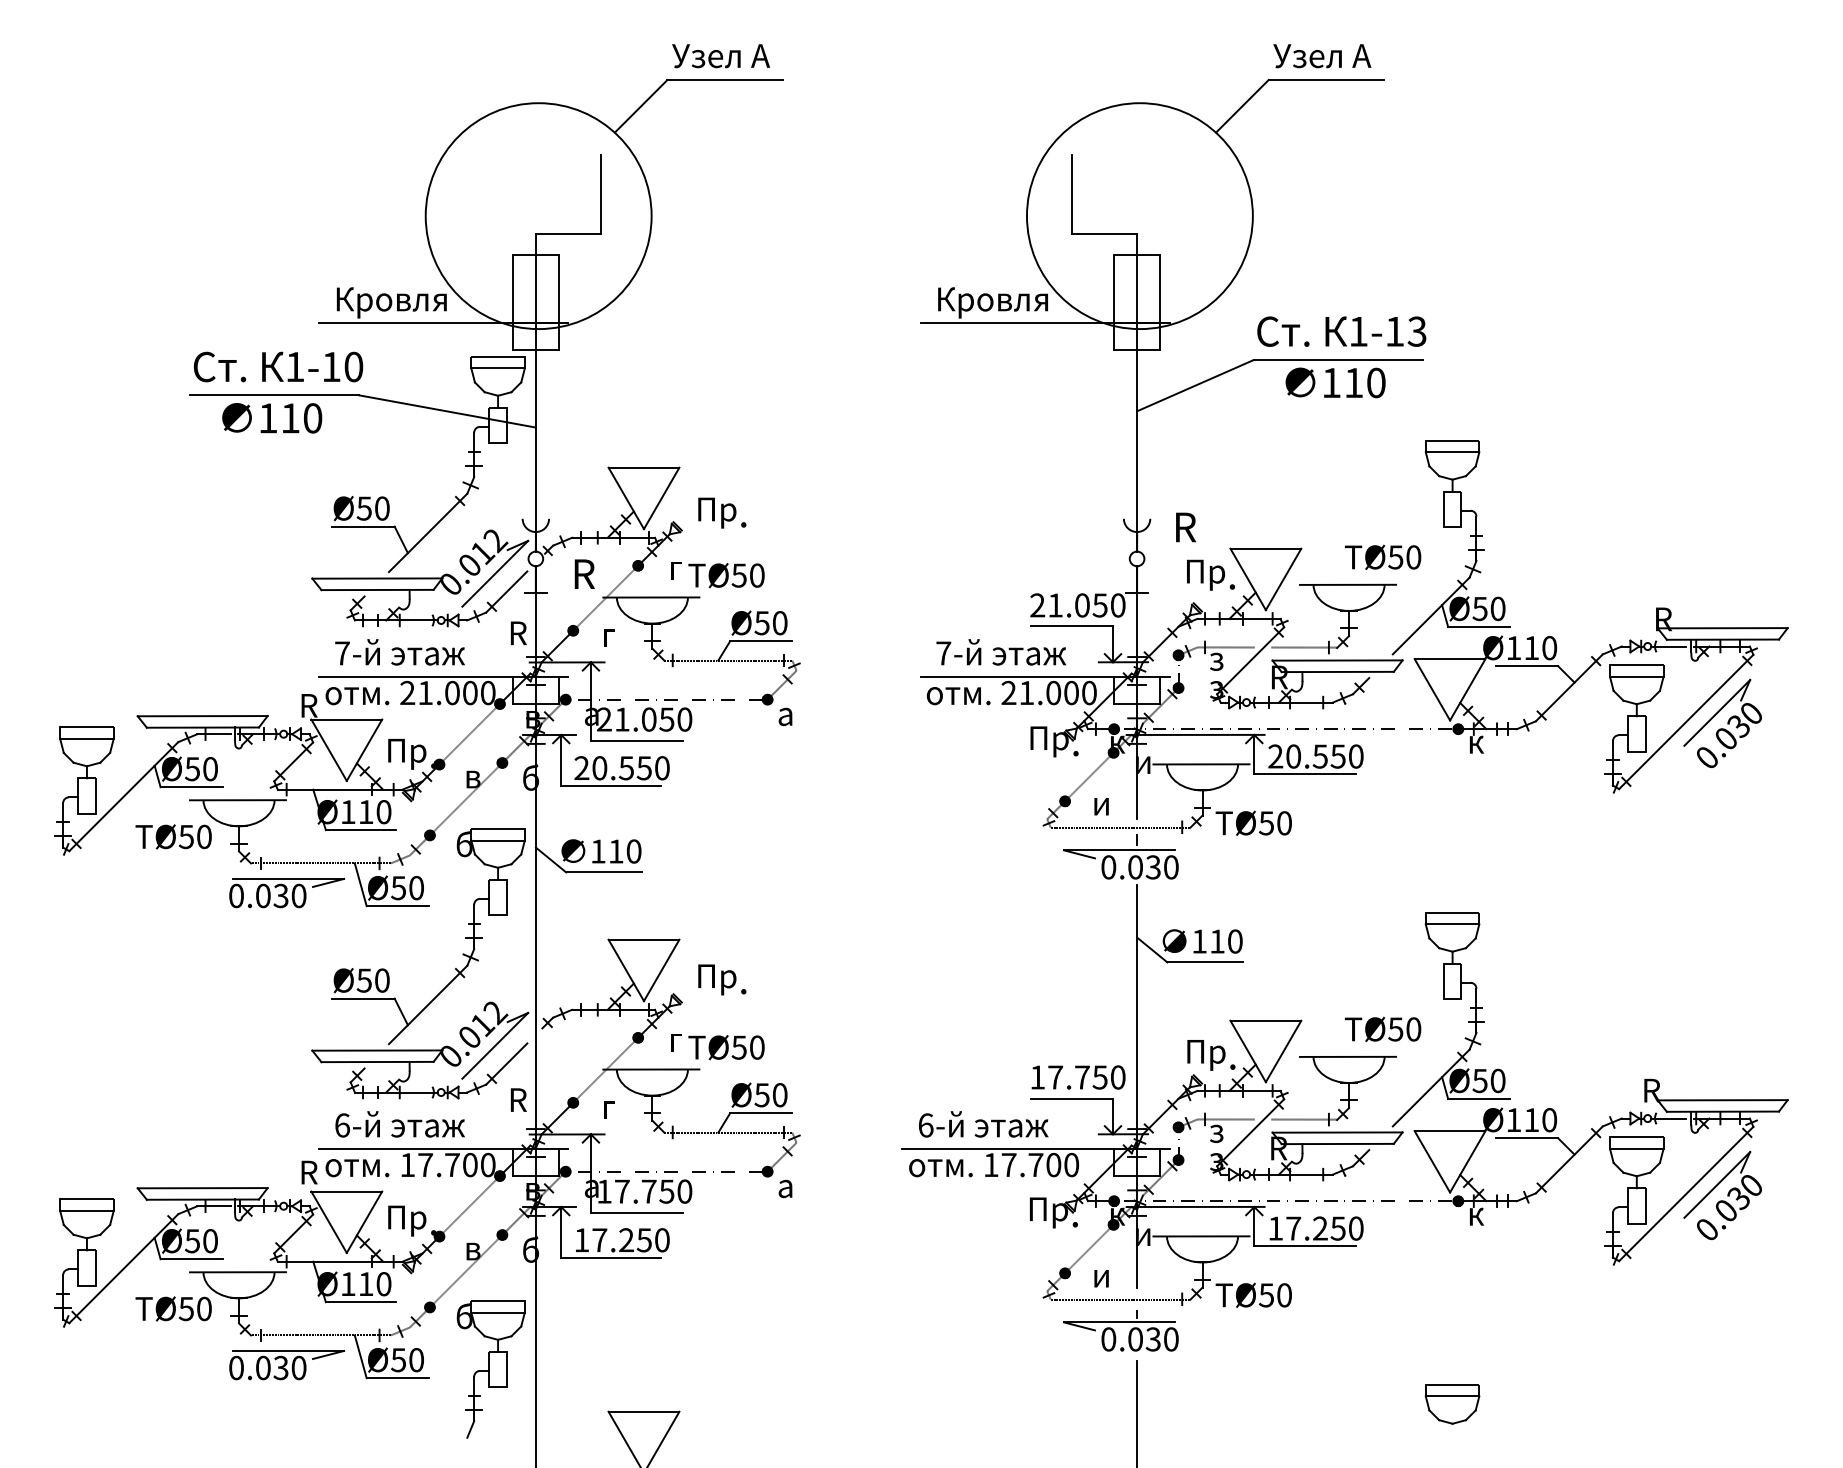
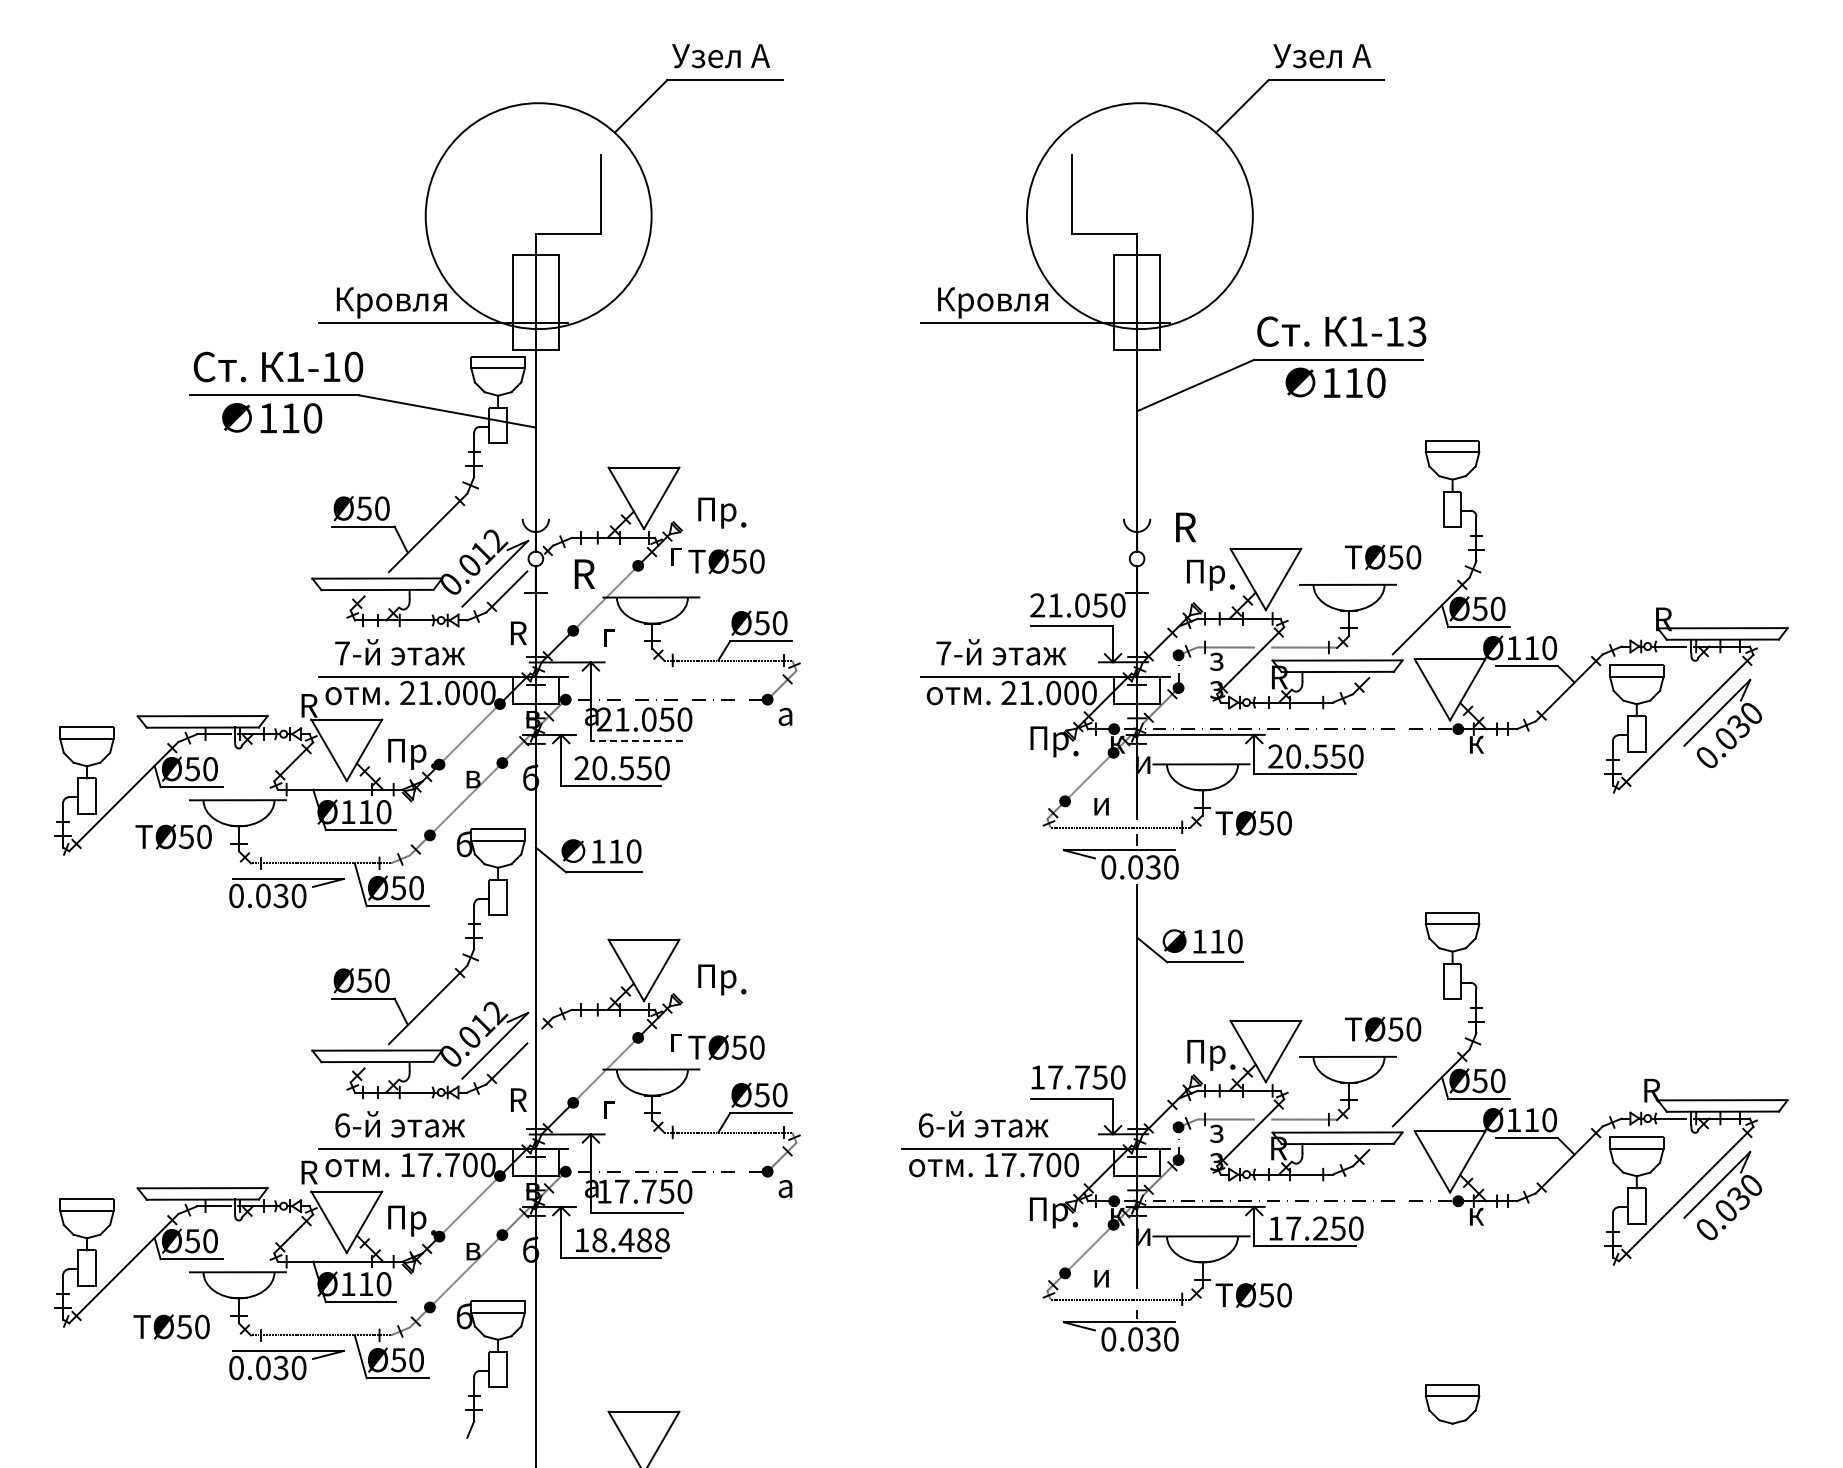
text at (717, 575) position: (717, 575) -> (717, 561)
line at (636, 740): solid -> dashed
text at (630, 1240): 17.250 -> 18.488
text at (173, 1308) position: (173, 1308) -> (171, 1326)
line at (1137, 1412): present -> none
